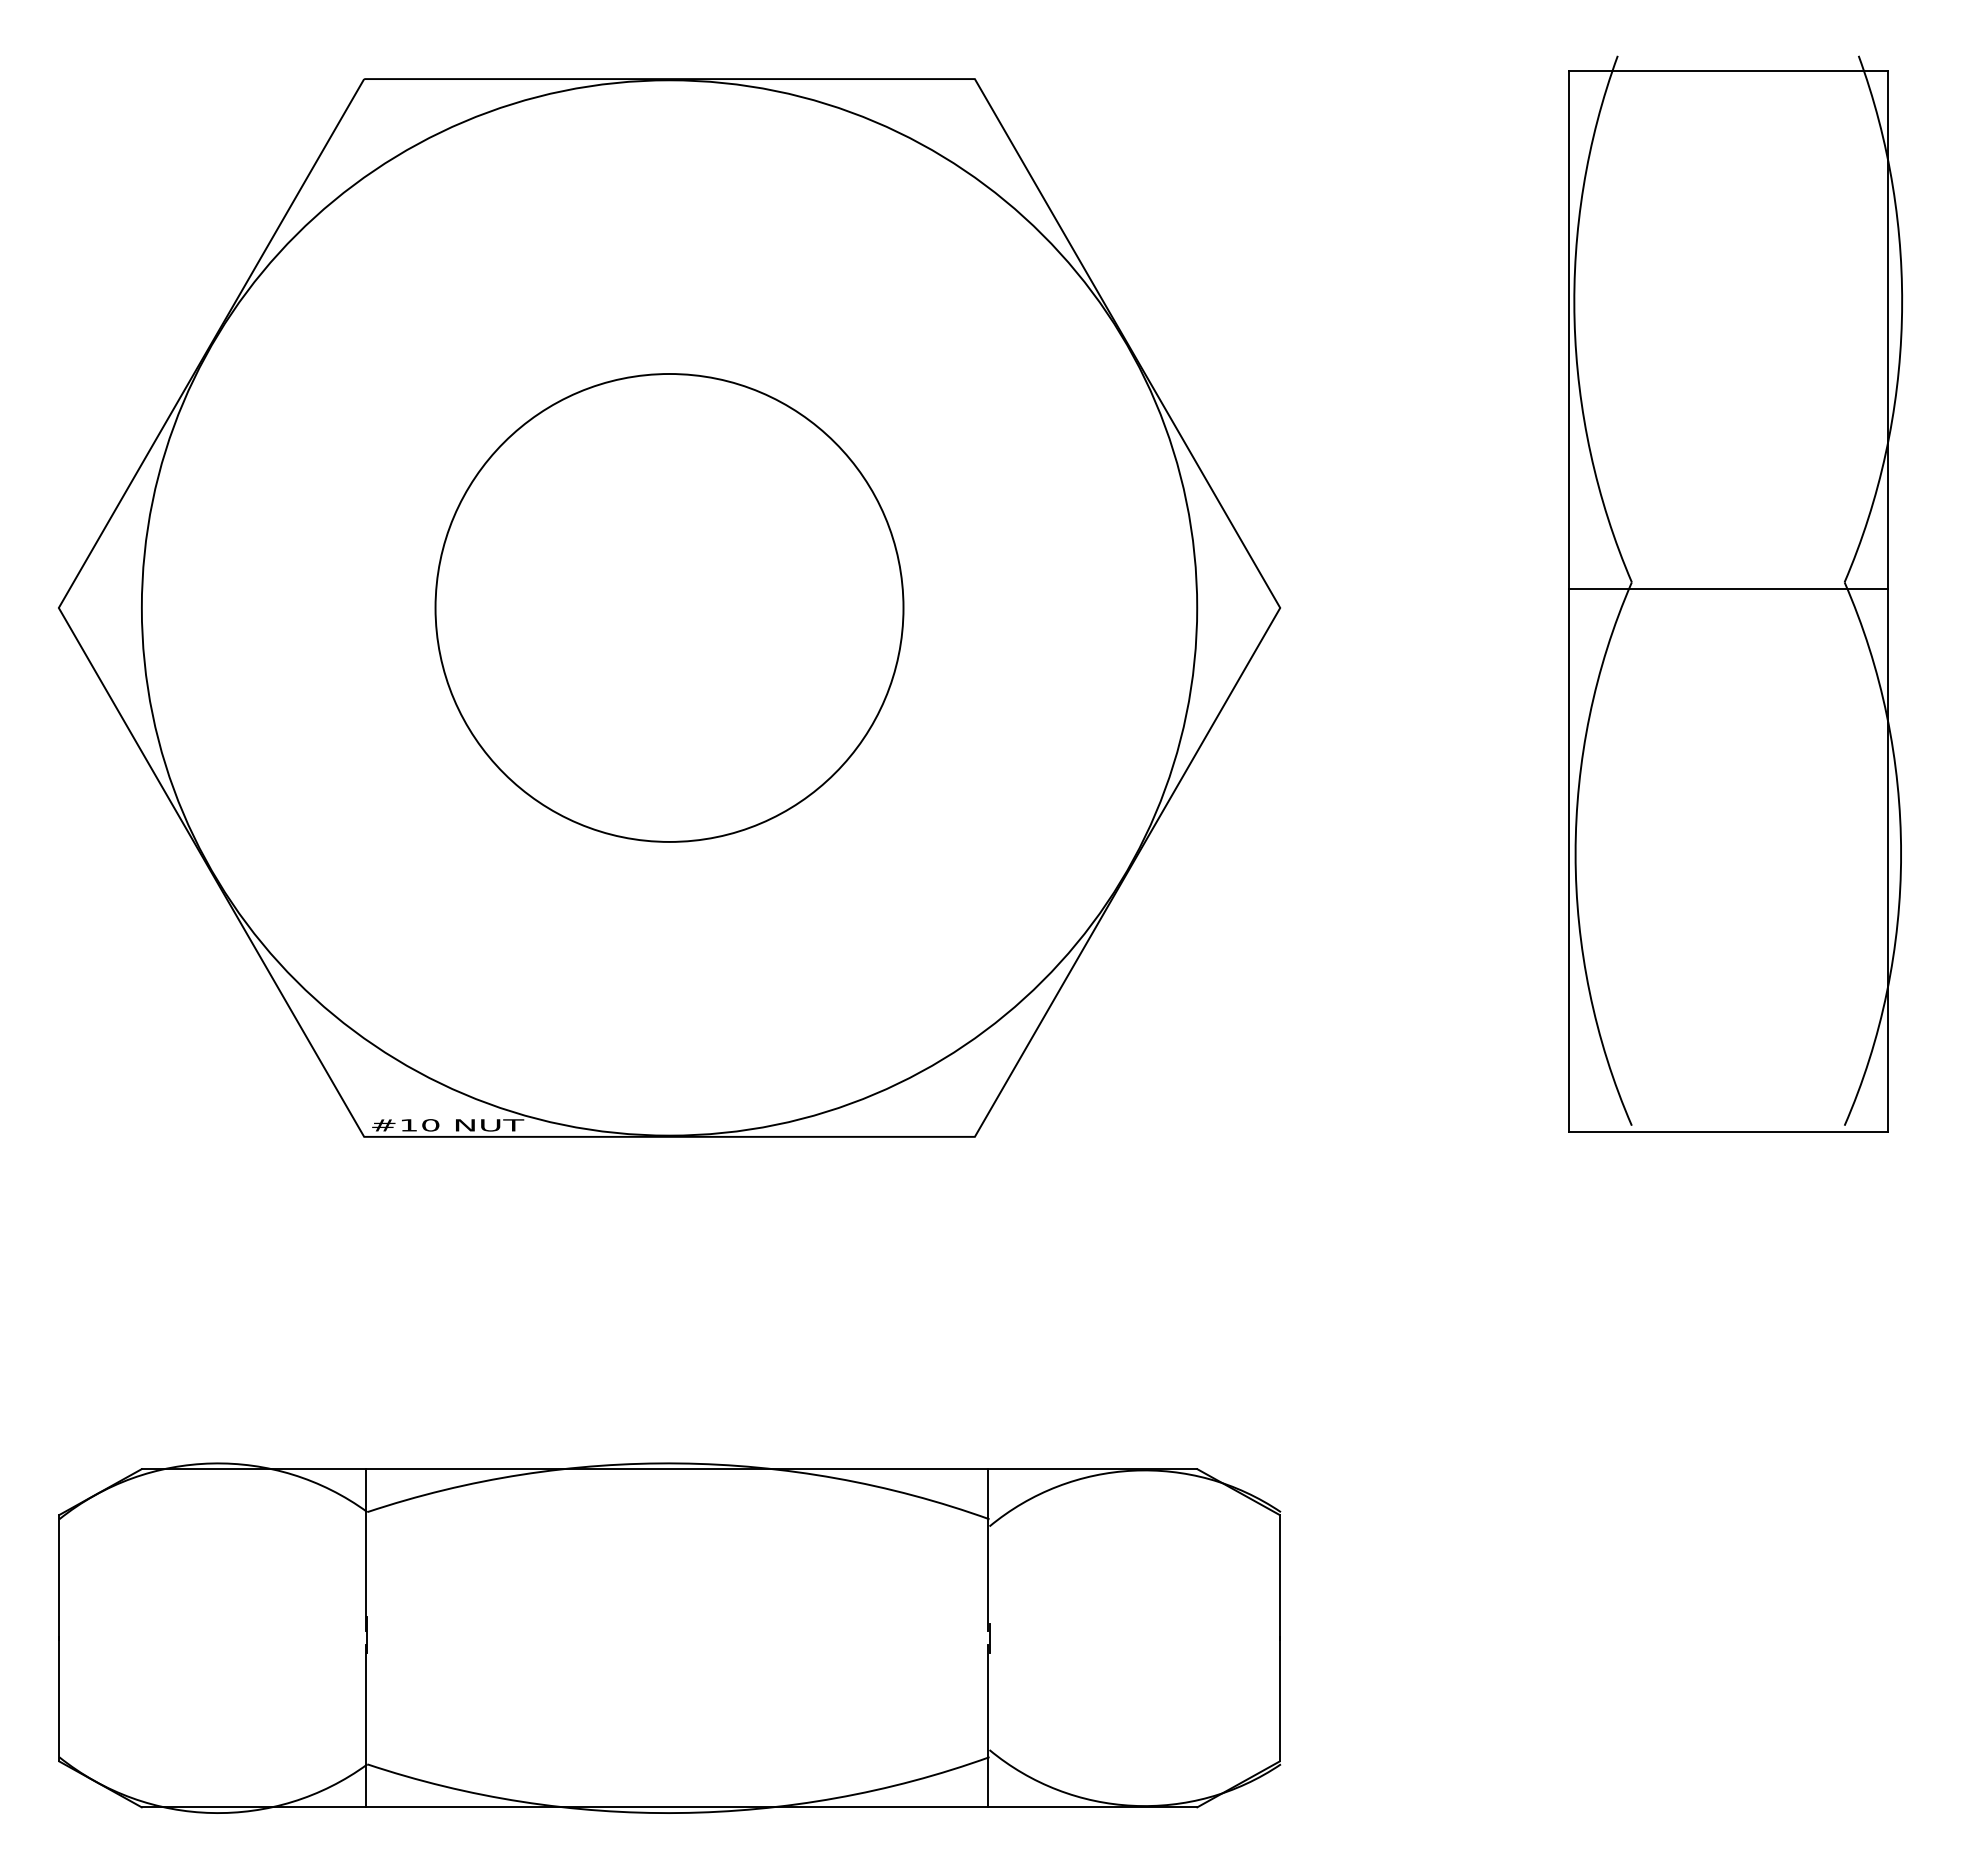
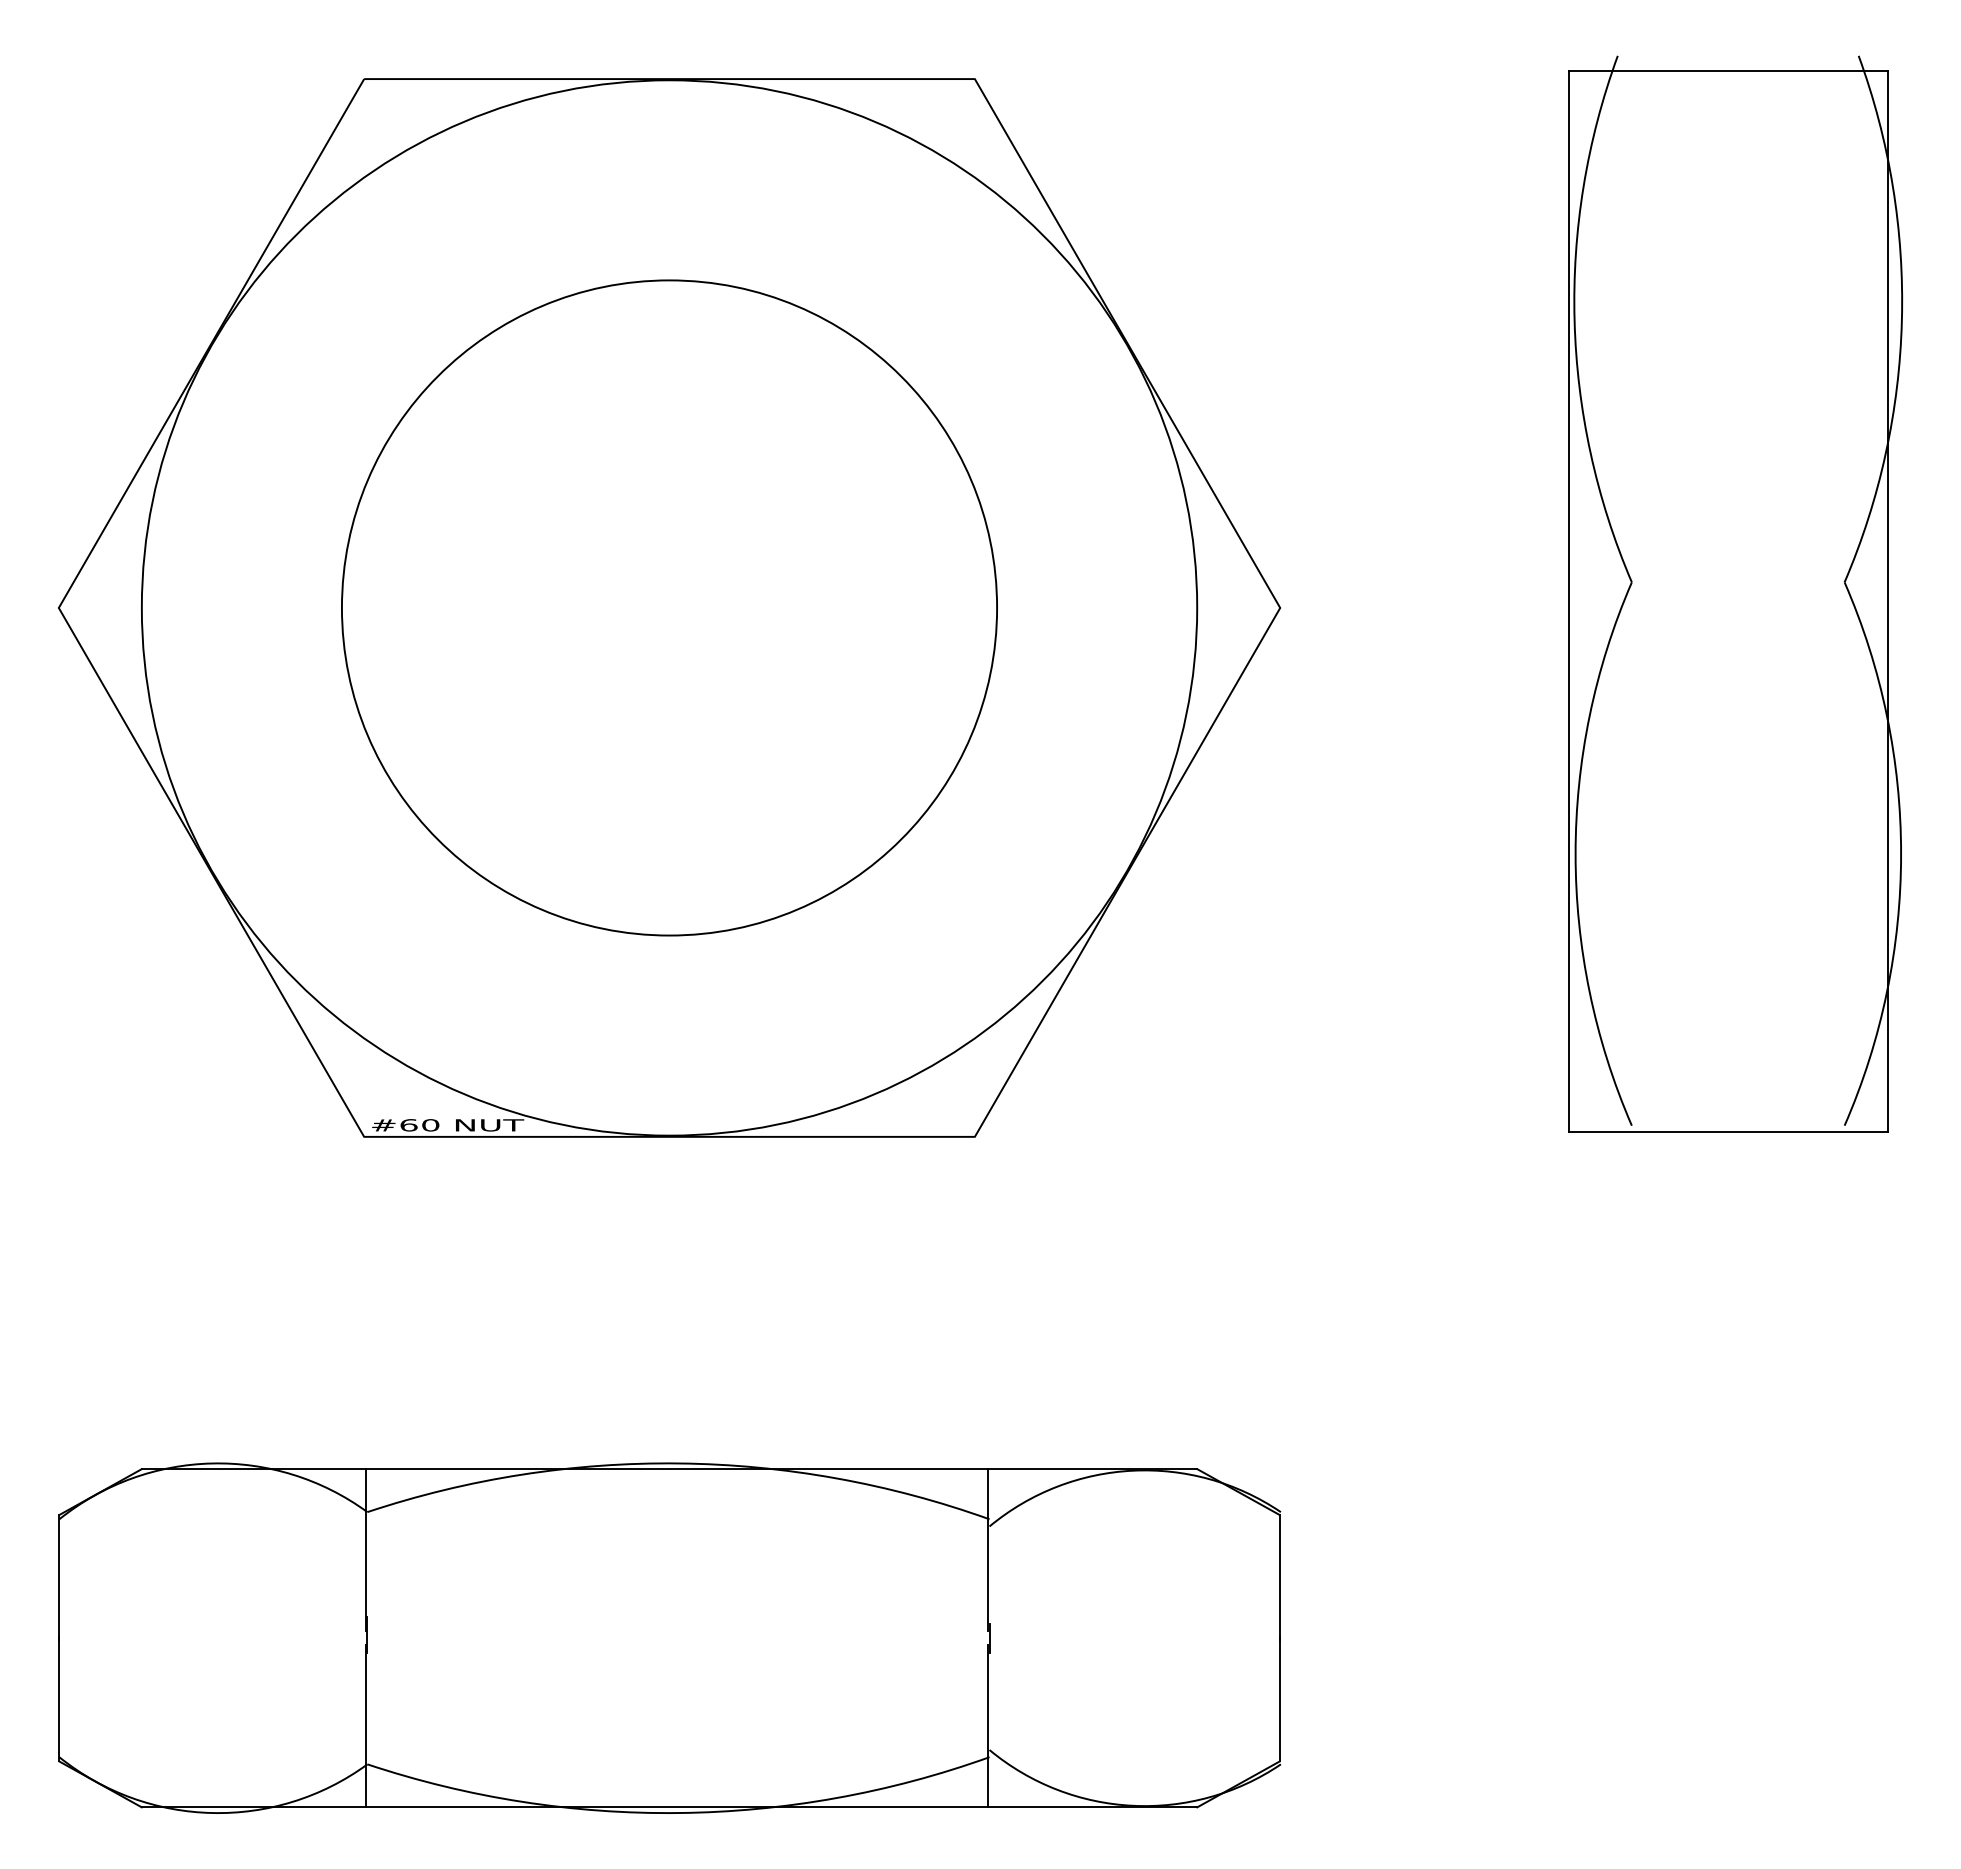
line at (1727, 589): present -> none
circle at (669, 607) diameter: 468 px -> 655 px
text at (408, 1125): #10 -> #60
